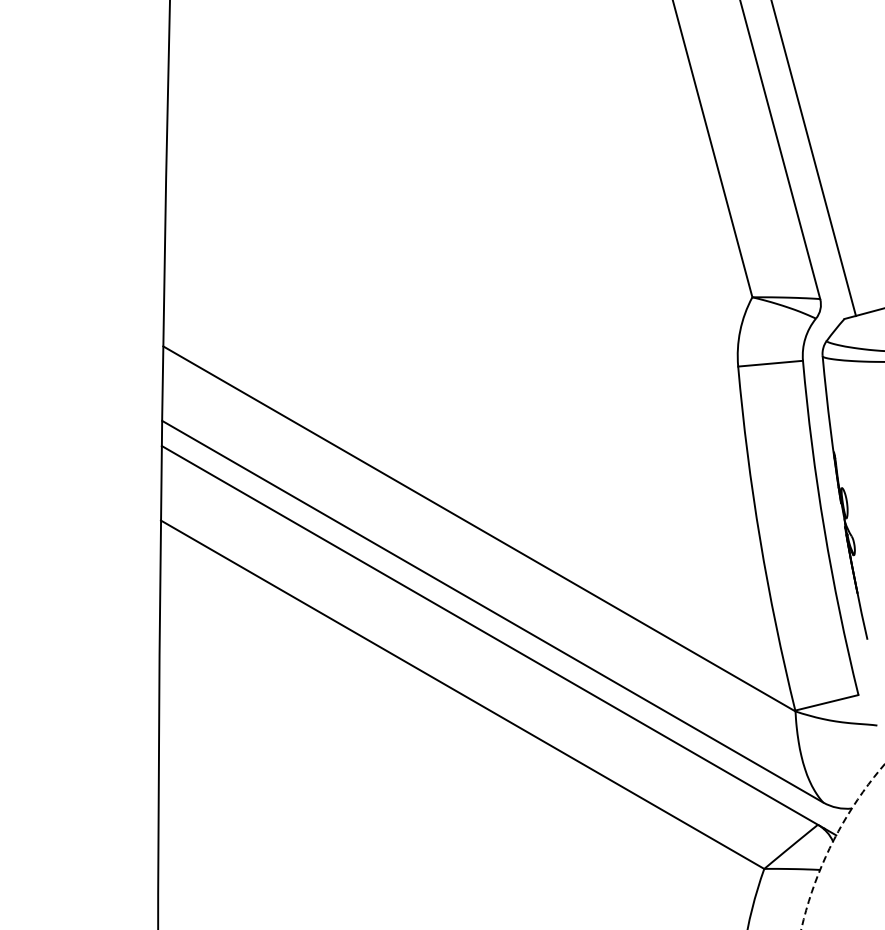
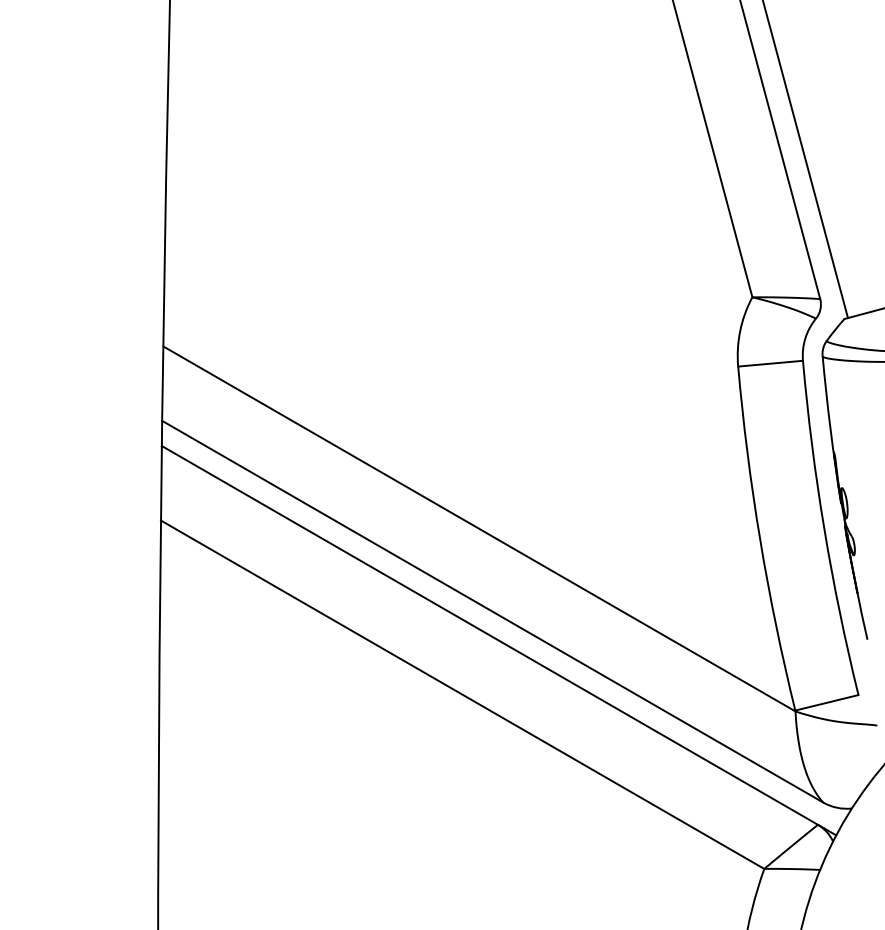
line at (813, 159) position: (813, 159) -> (805, 160)
circle at (842, 846): dashed -> solid
